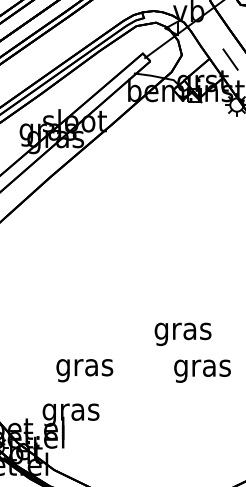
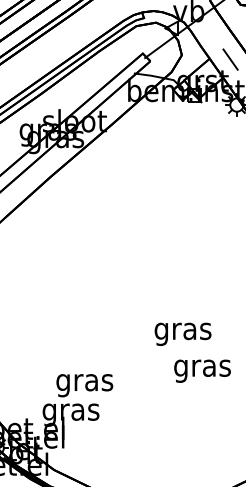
text at (84, 370) position: (84, 370) -> (84, 385)
